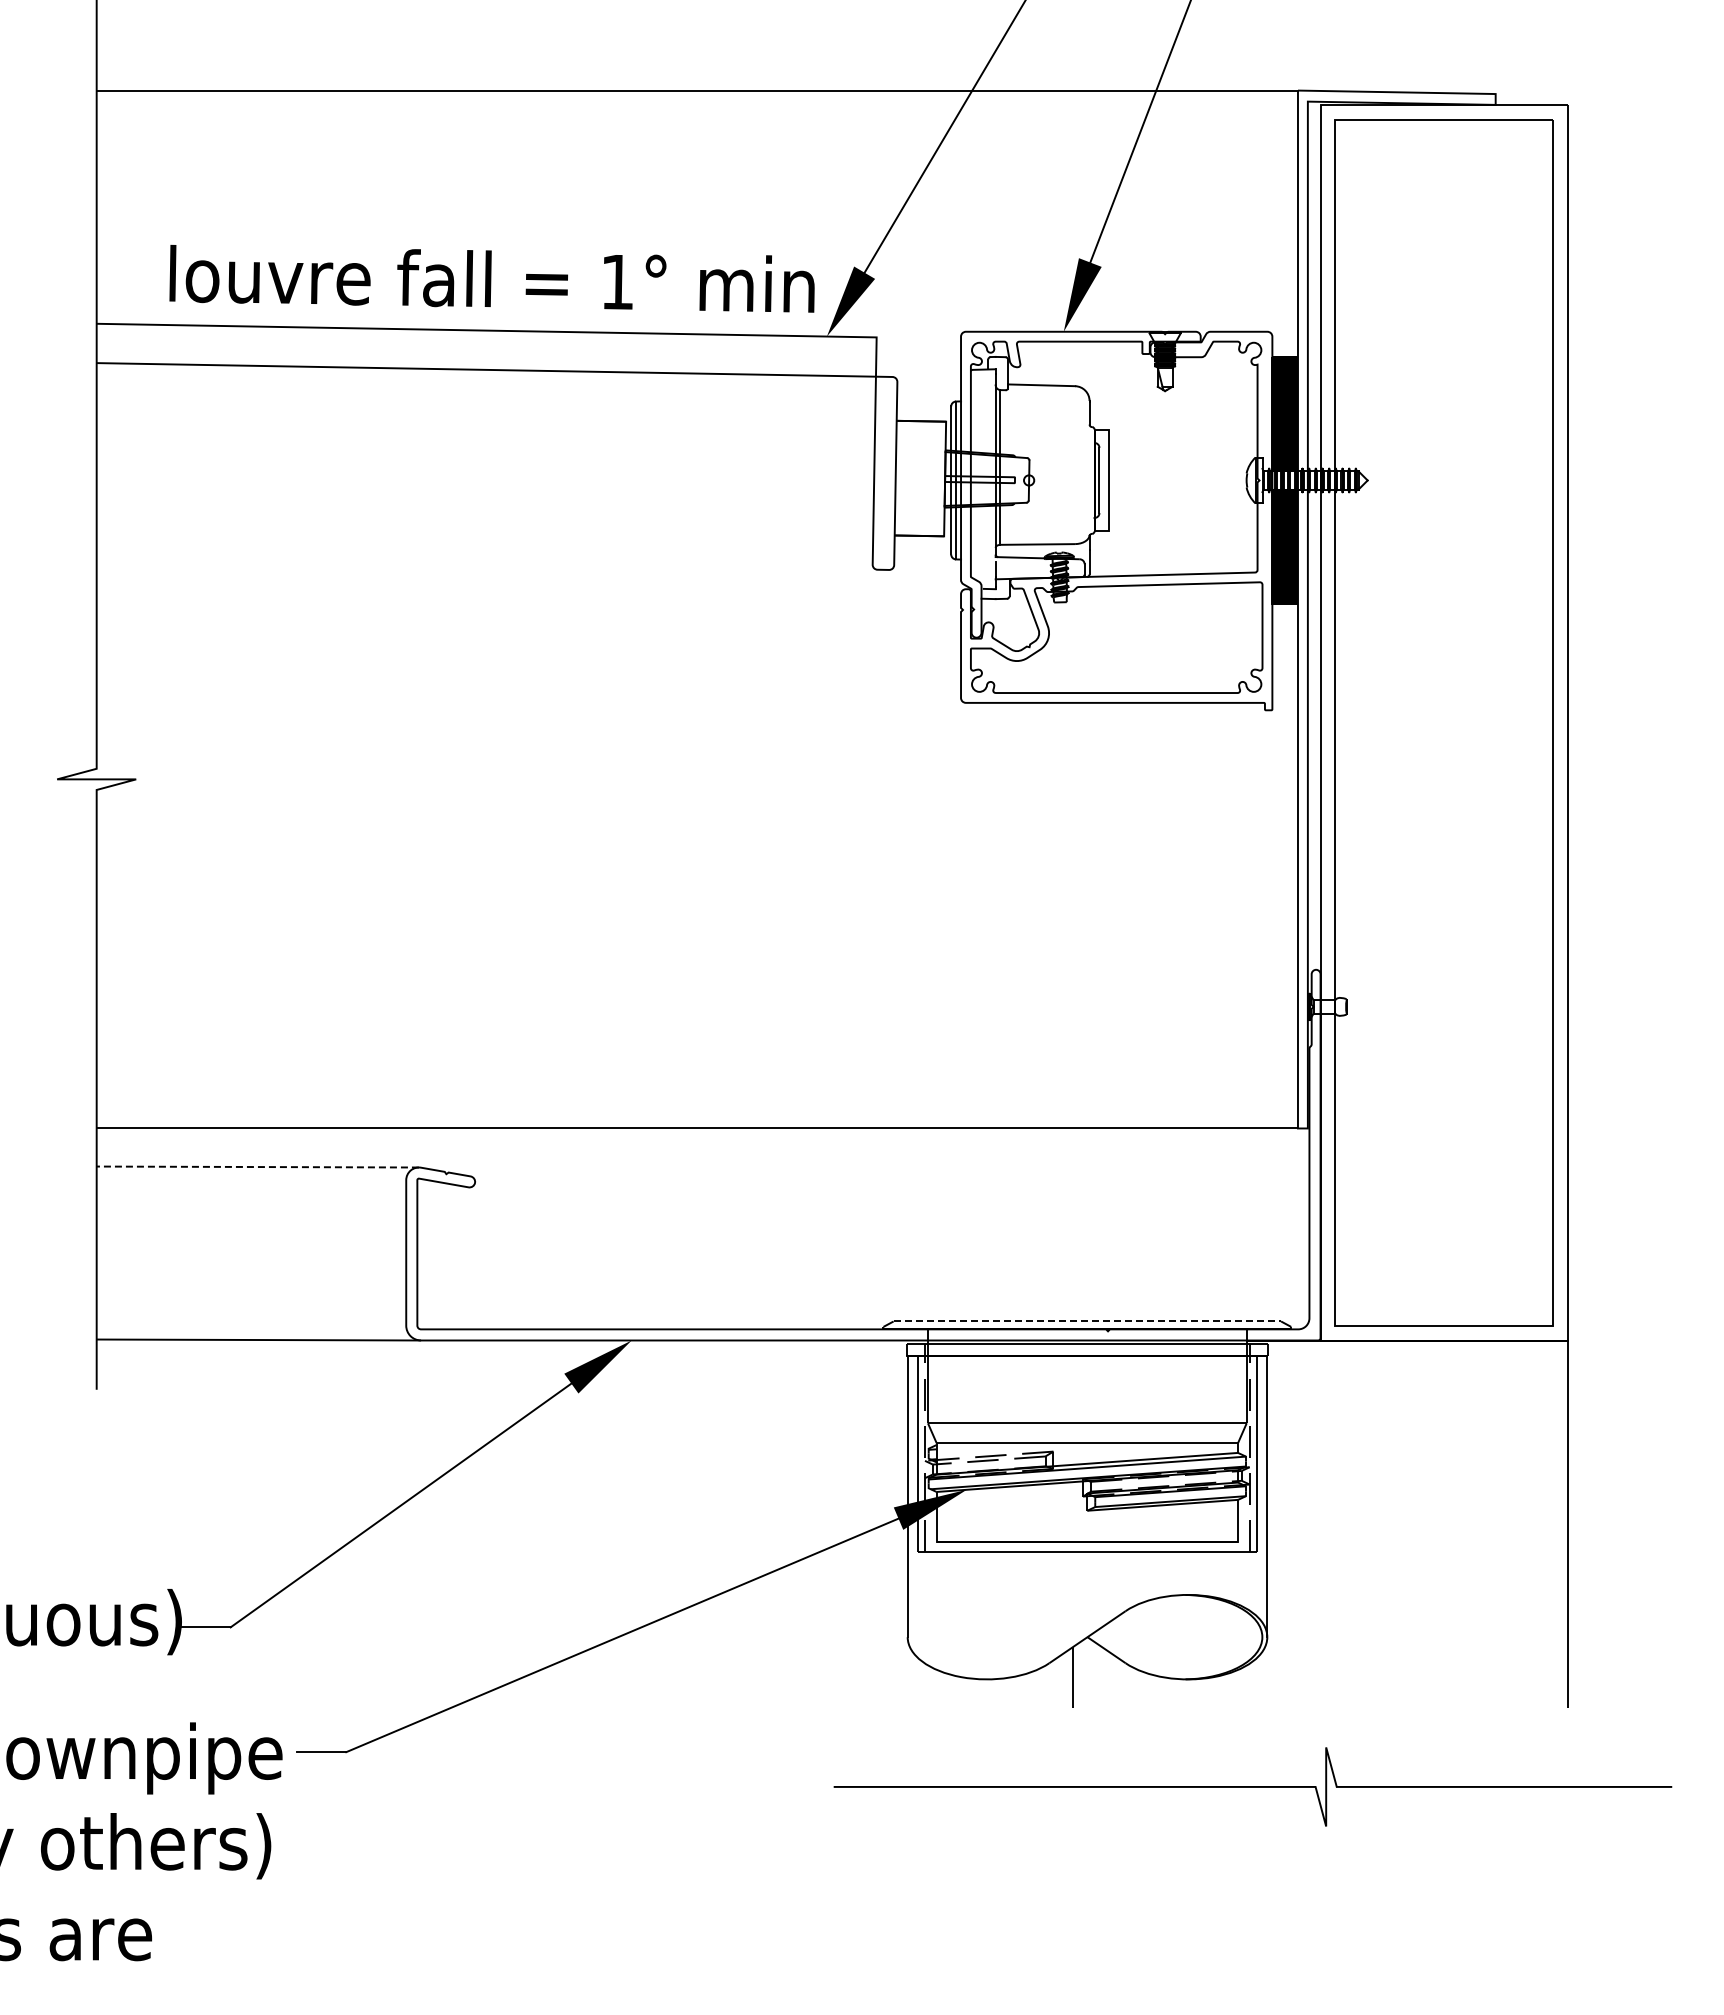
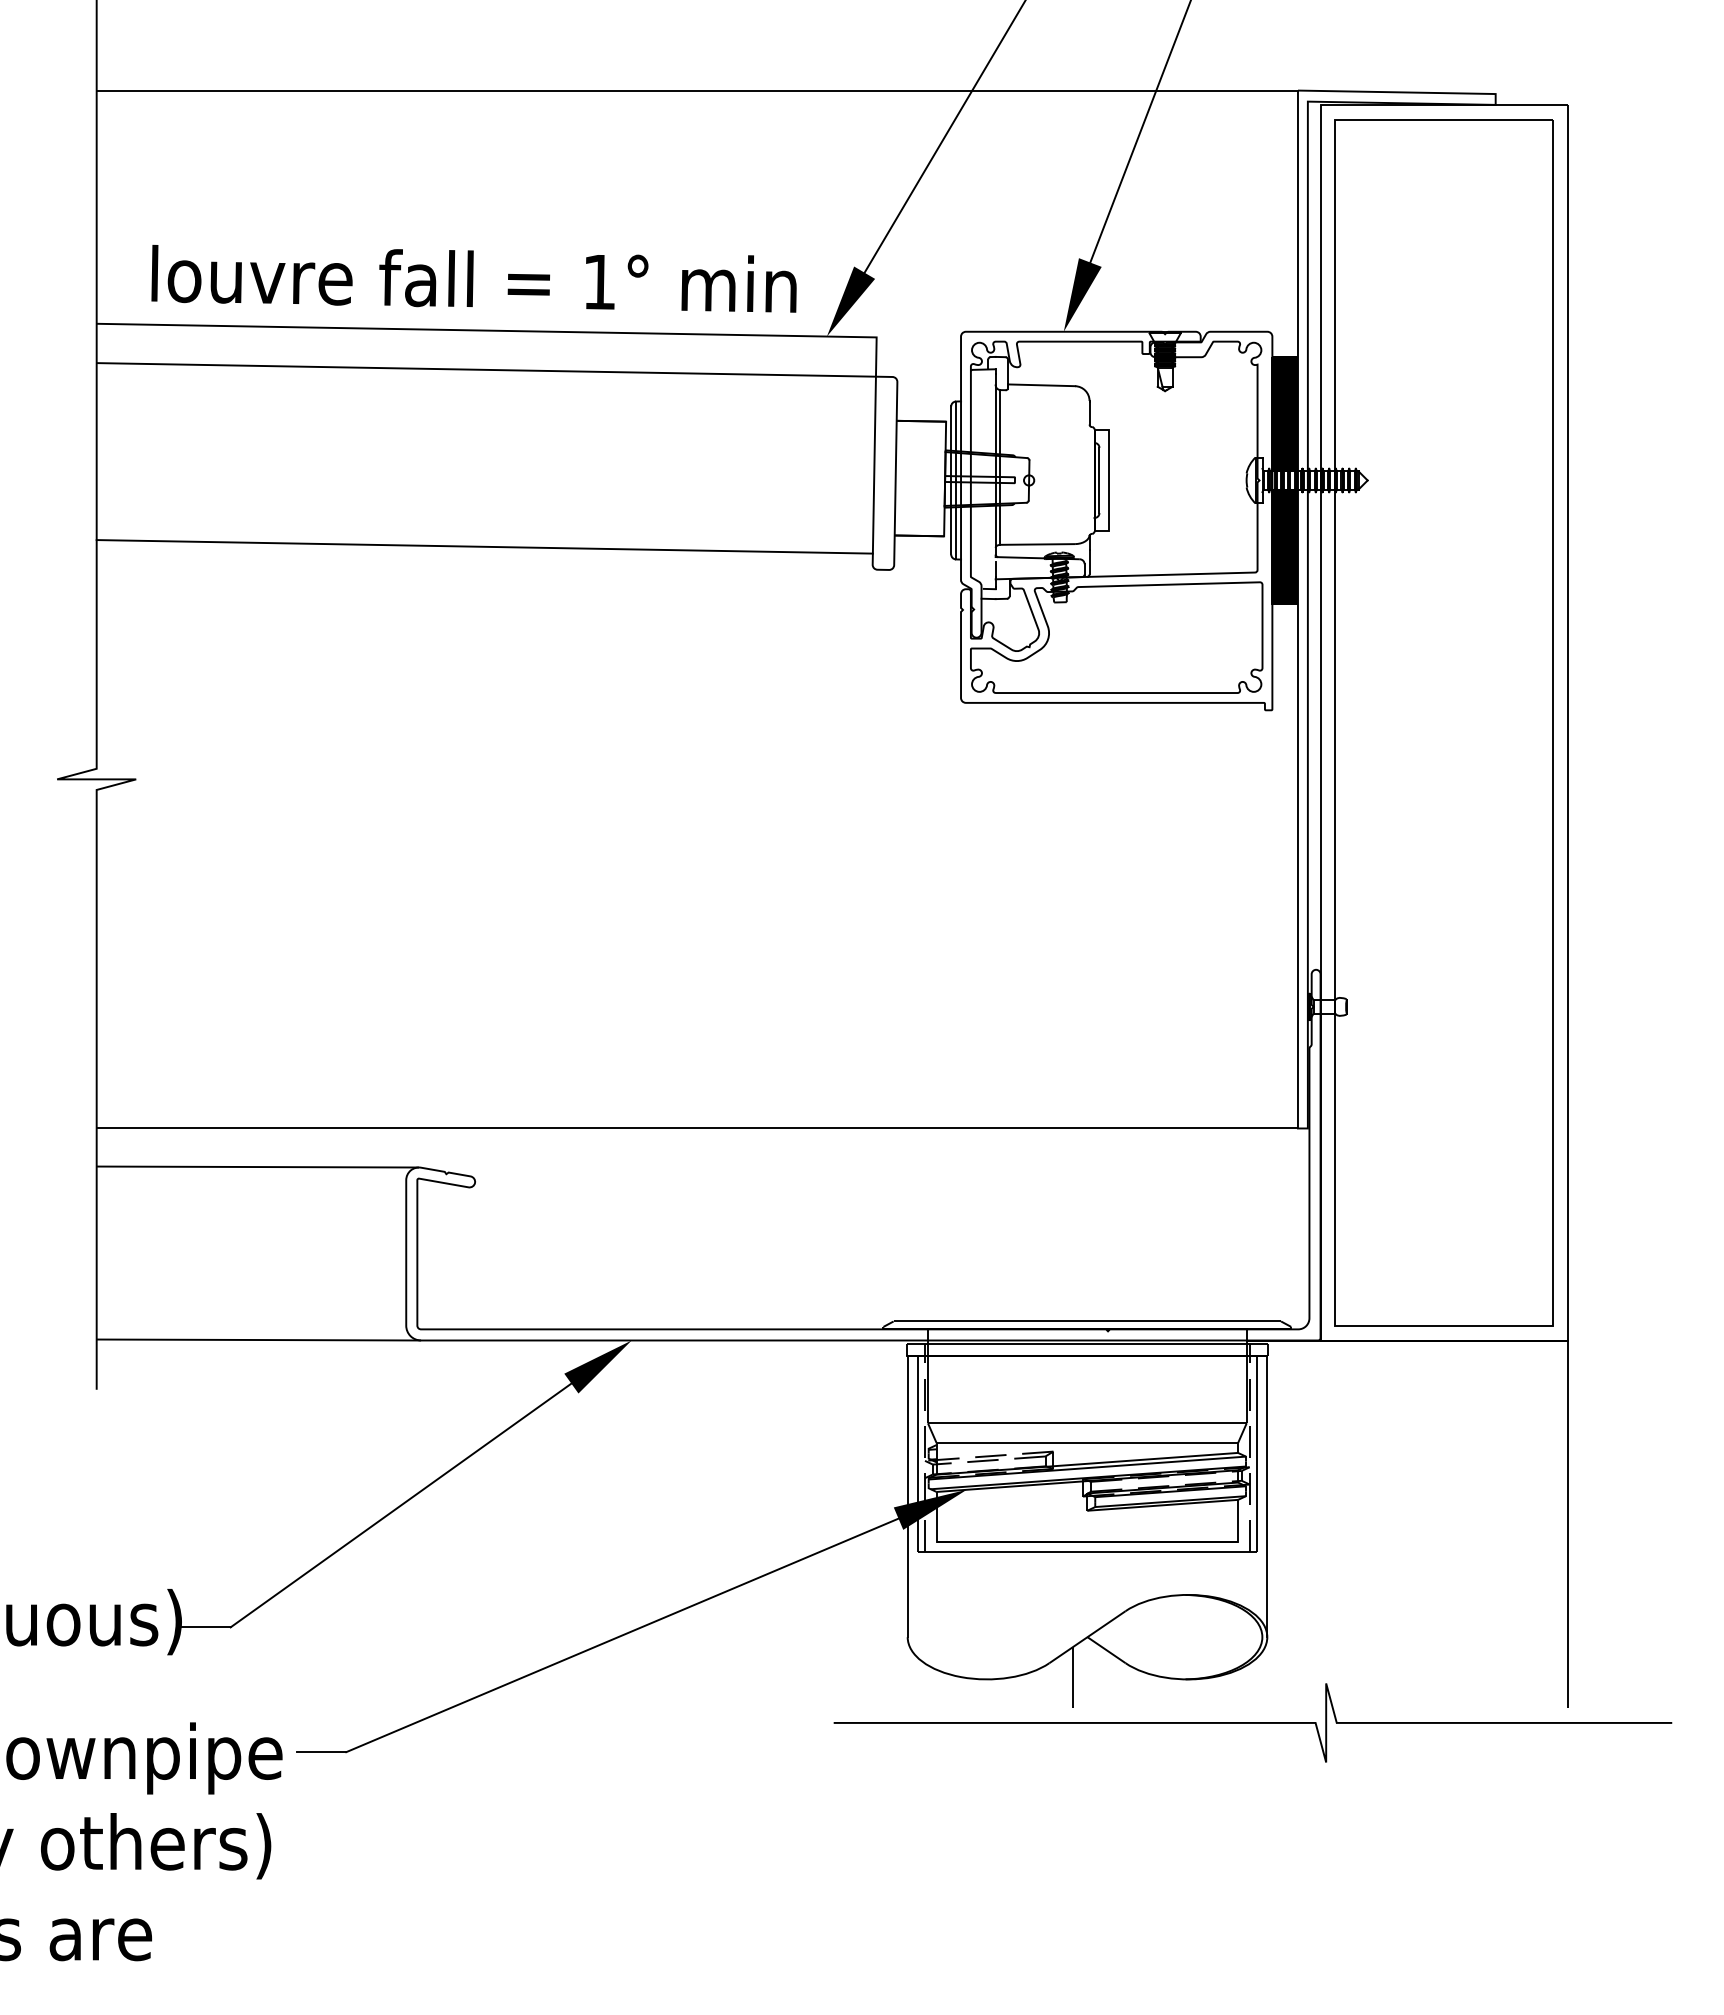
text at (491, 278) position: (491, 278) -> (473, 278)
line at (484, 546): none -> present
line at (257, 1167): dashed -> solid
line at (1087, 1321): dashed -> solid
curve at (1252, 1786) position: (1252, 1786) -> (1252, 1722)
